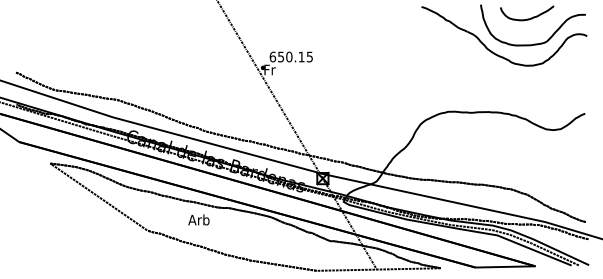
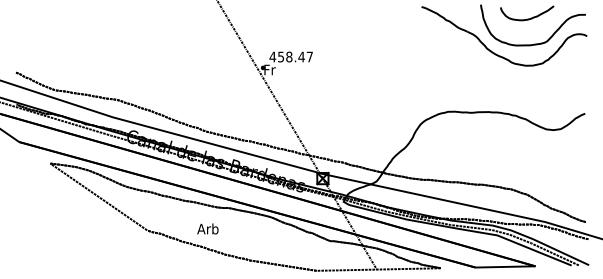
text at (290, 56): 650.15 -> 458.47
text at (198, 219) position: (198, 219) -> (207, 228)
